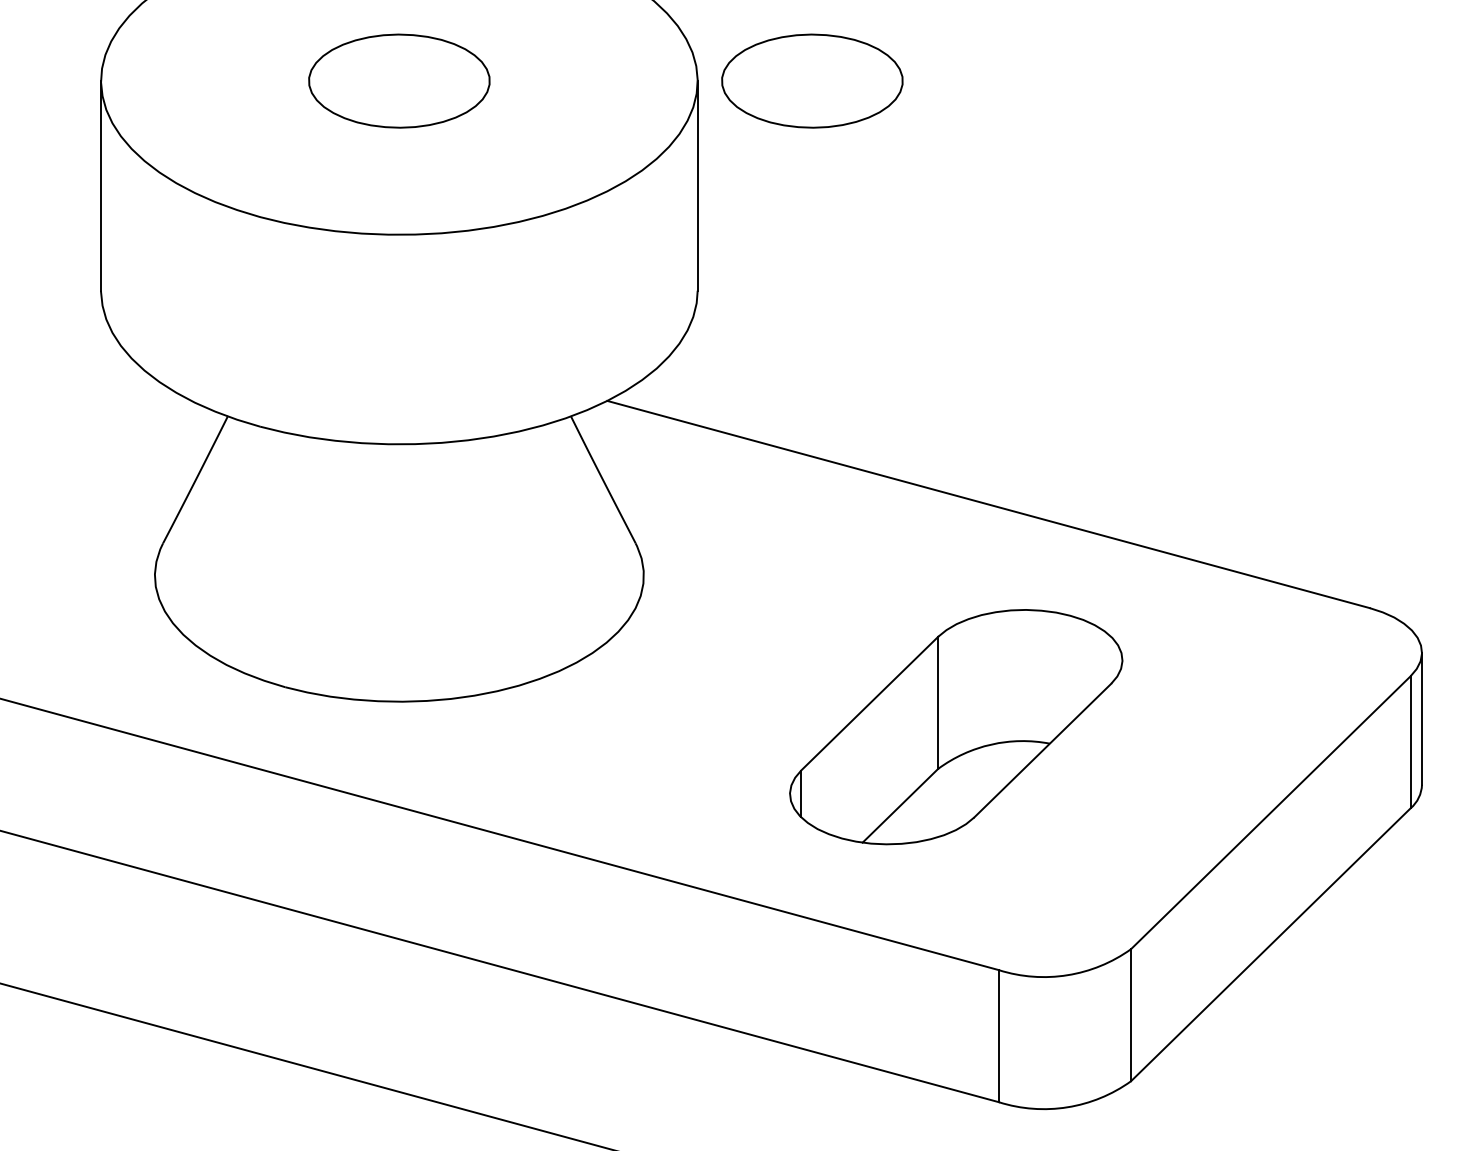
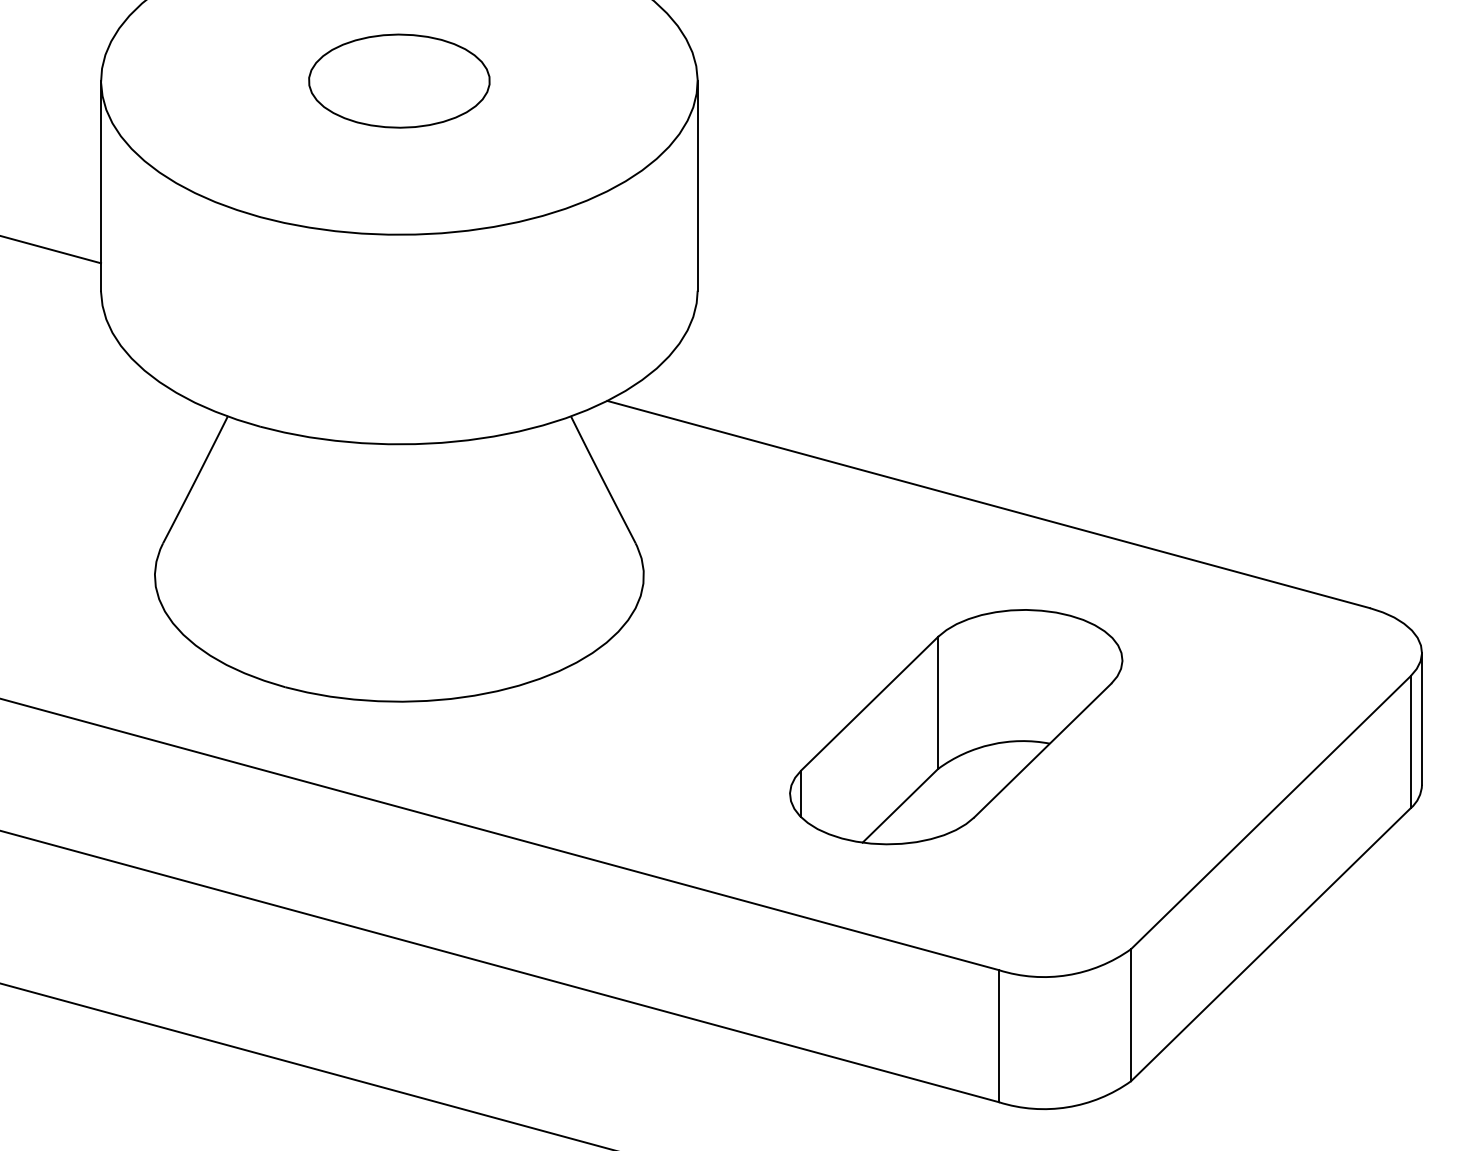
part at (812, 80): present -> none
line at (51, 249): none -> present
